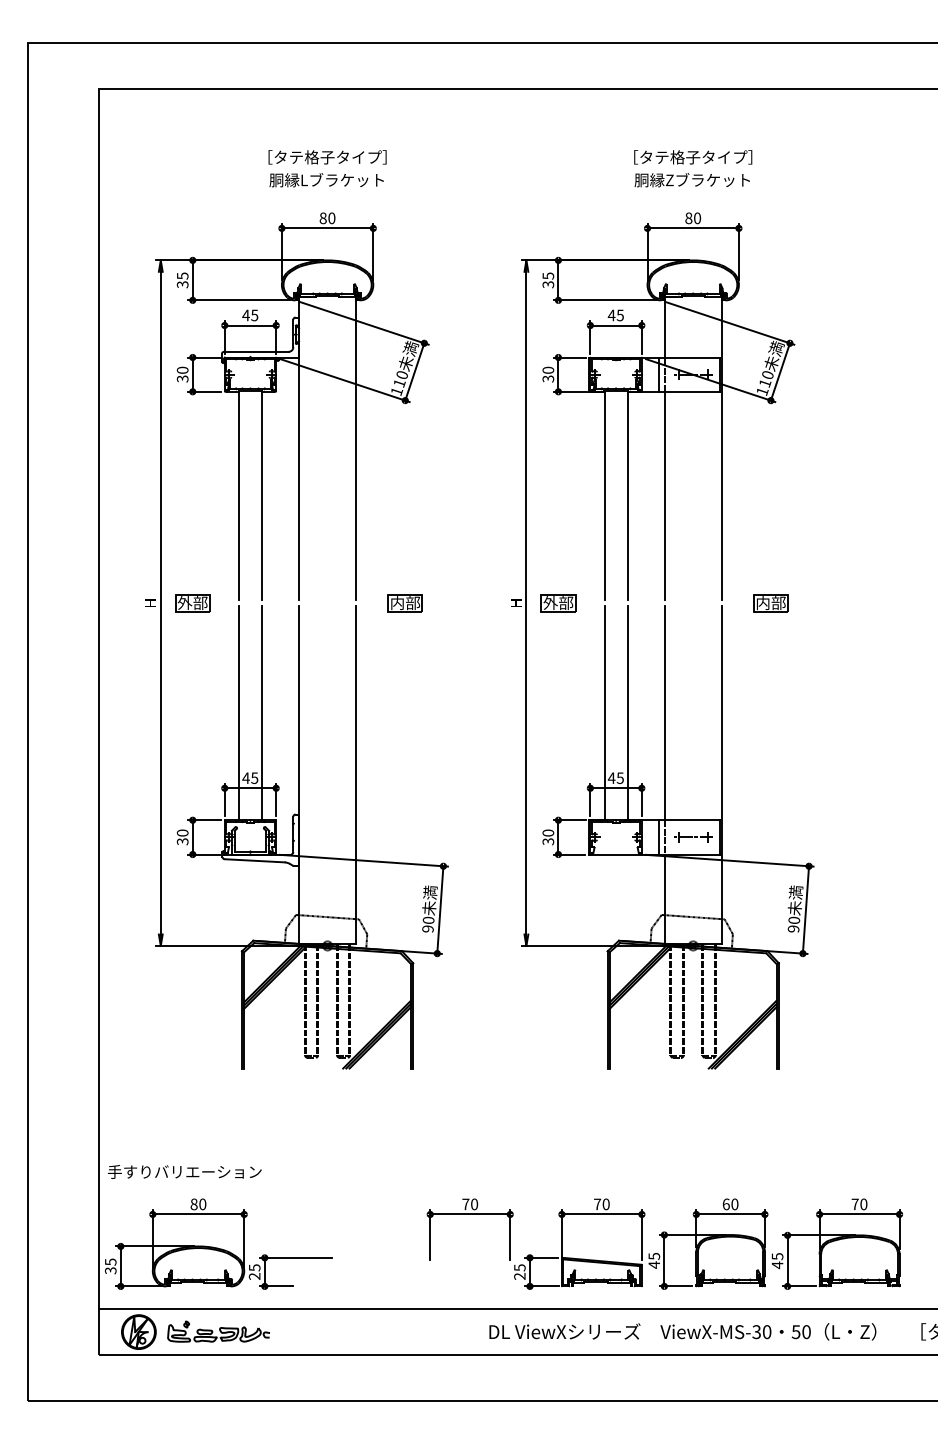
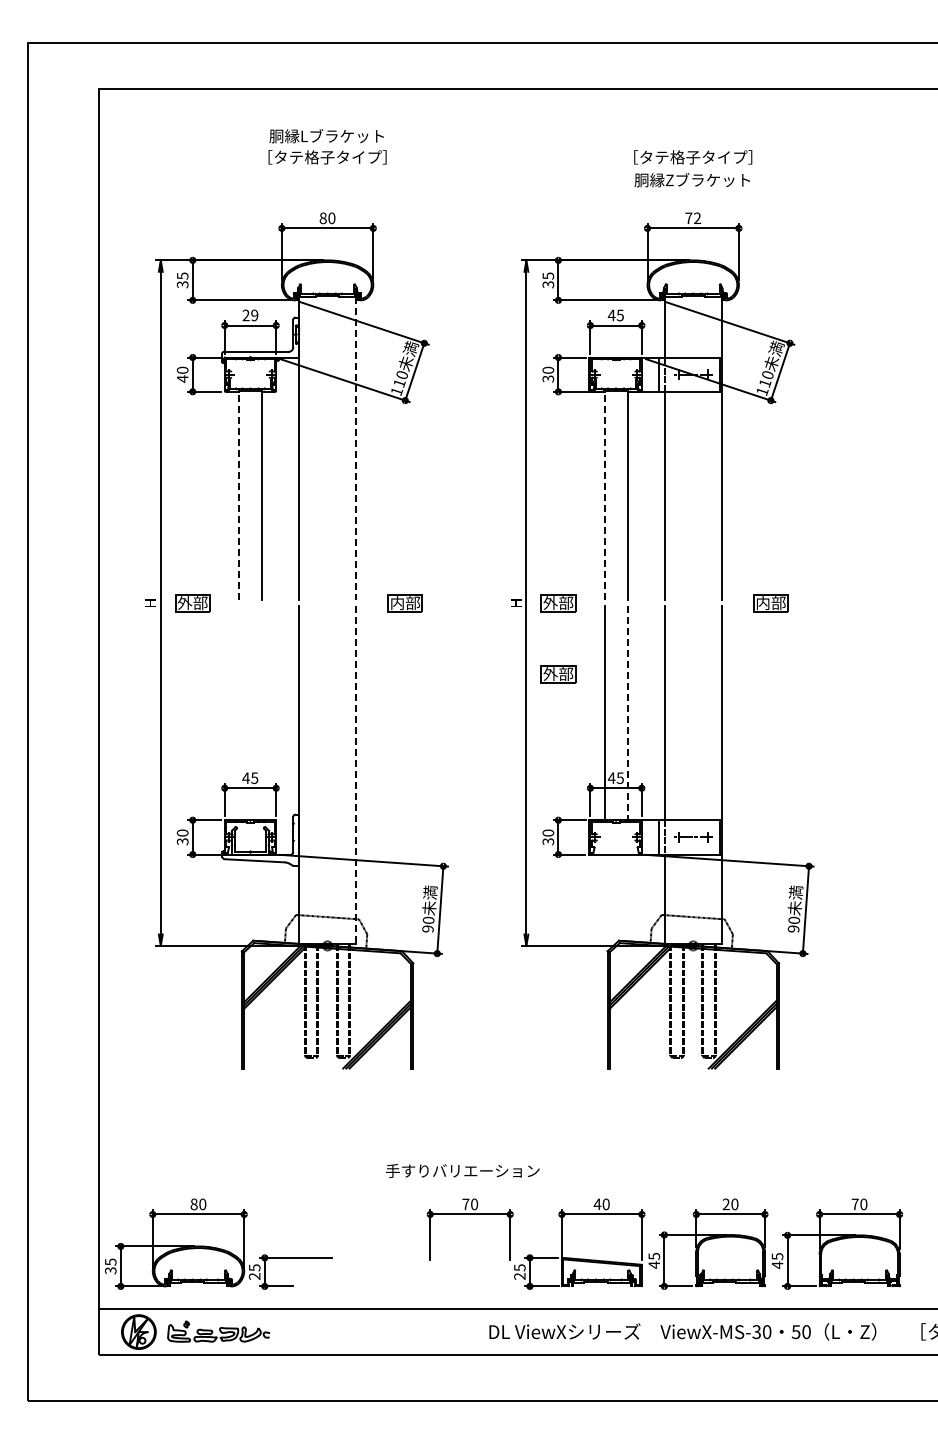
text at (326, 180) position: (326, 180) -> (326, 136)
text at (693, 218): 80 -> 72
text at (250, 315): 45 -> 29
text at (182, 378): 30 -> 40
line at (356, 448): solid -> dashed
line at (239, 495): solid -> dashed
line at (604, 495): solid -> dashed
part at (558, 674): none -> present
line at (239, 713): present -> none
line at (261, 713): present -> none
line at (627, 713): solid -> dashed
line at (356, 774): solid -> dashed
text at (184, 1171) position: (184, 1171) -> (462, 1170)
text at (597, 1204): 70 -> 40
text at (725, 1204): 60 -> 20
